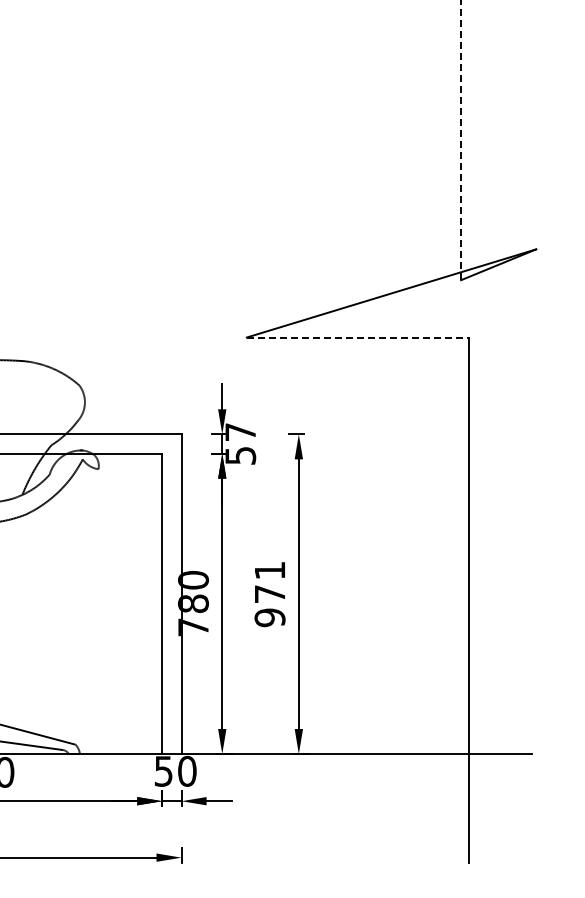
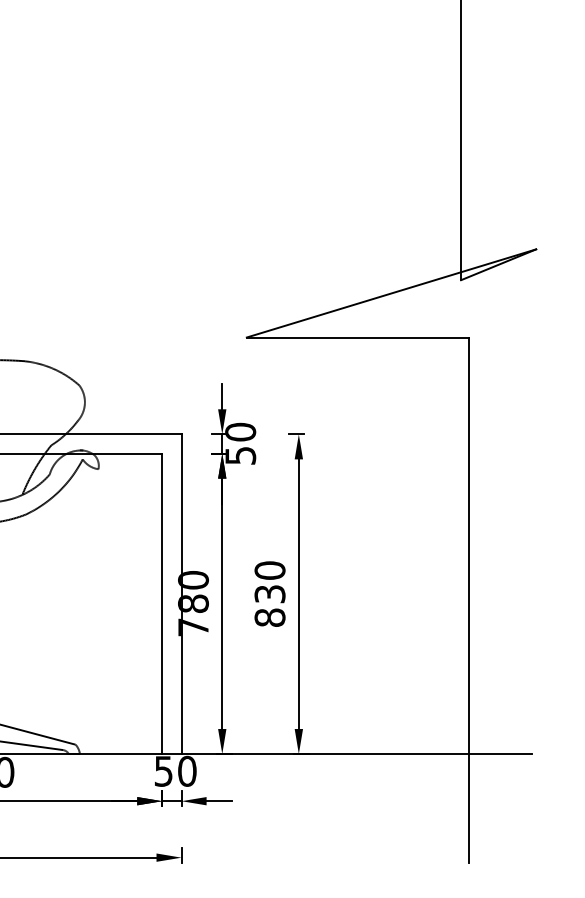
line at (461, 140): dashed -> solid
line at (357, 337): dashed -> solid
text at (240, 431): 57 -> 50
text at (269, 594): 971 -> 830
